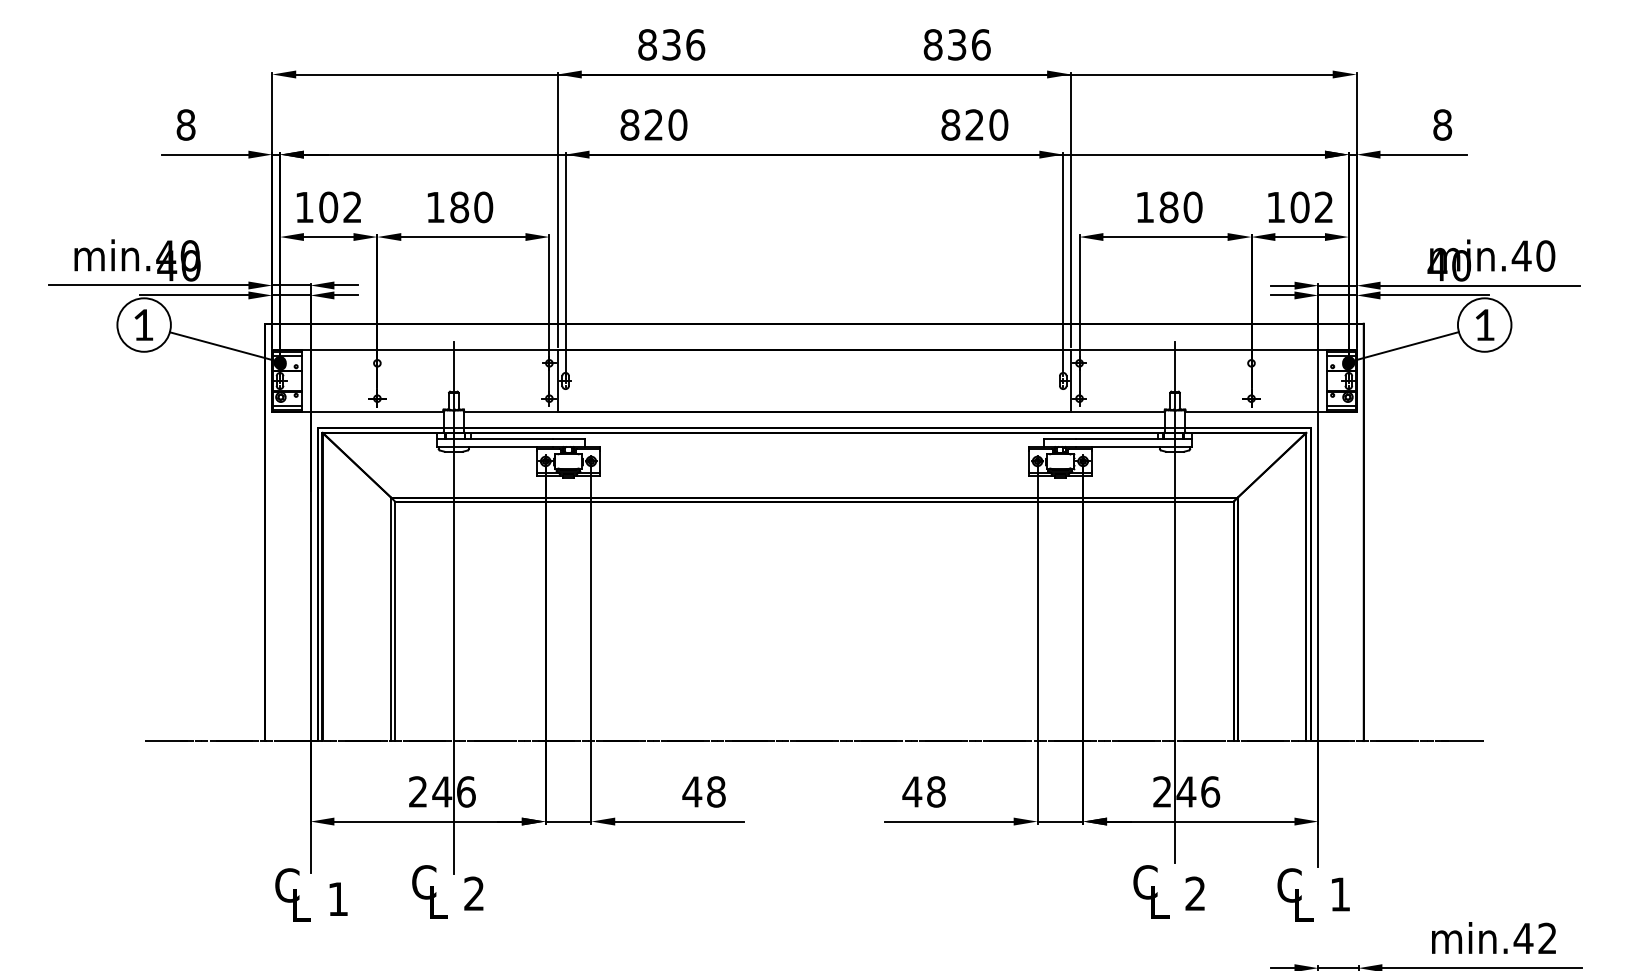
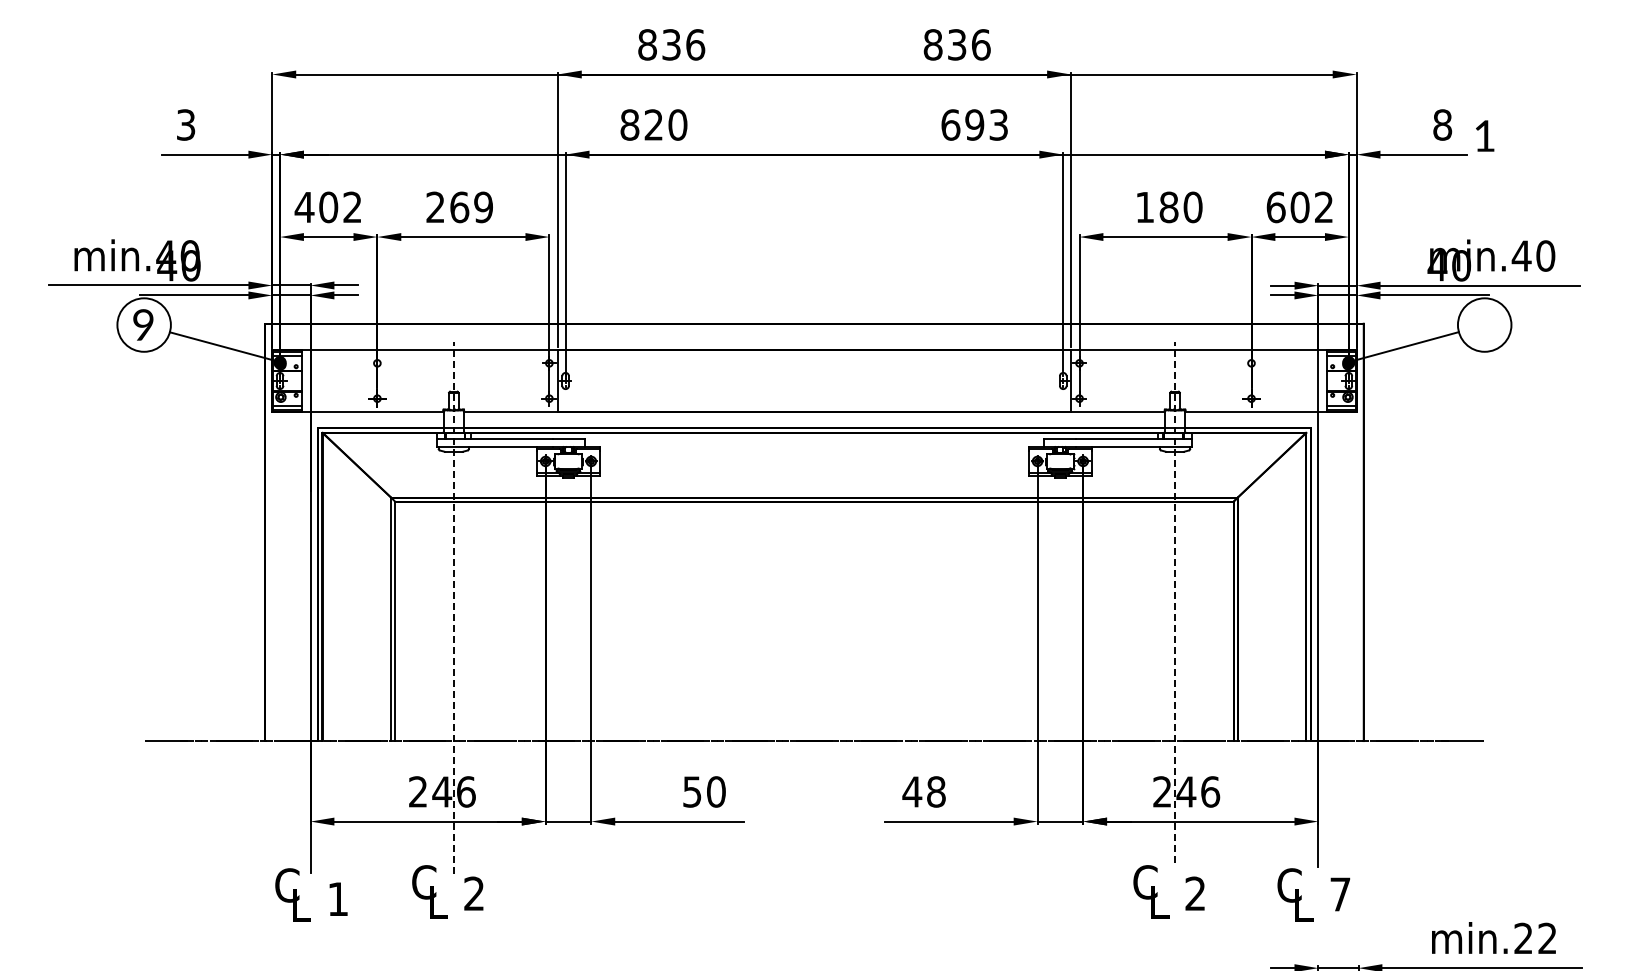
text at (185, 124): 8 -> 3
text at (974, 124): 820 -> 693
text at (304, 207): 102 -> 402
text at (459, 207): 180 -> 269
text at (1275, 207): 102 -> 602
text at (143, 324): 1 -> 9
text at (1485, 324) position: (1485, 324) -> (1485, 135)
line at (1175, 602): solid -> dashed
line at (453, 607): solid -> dashed
text at (703, 791): 48 -> 50
text at (1340, 894): 1 -> 7
text at (1523, 937): min.42 -> min.22
